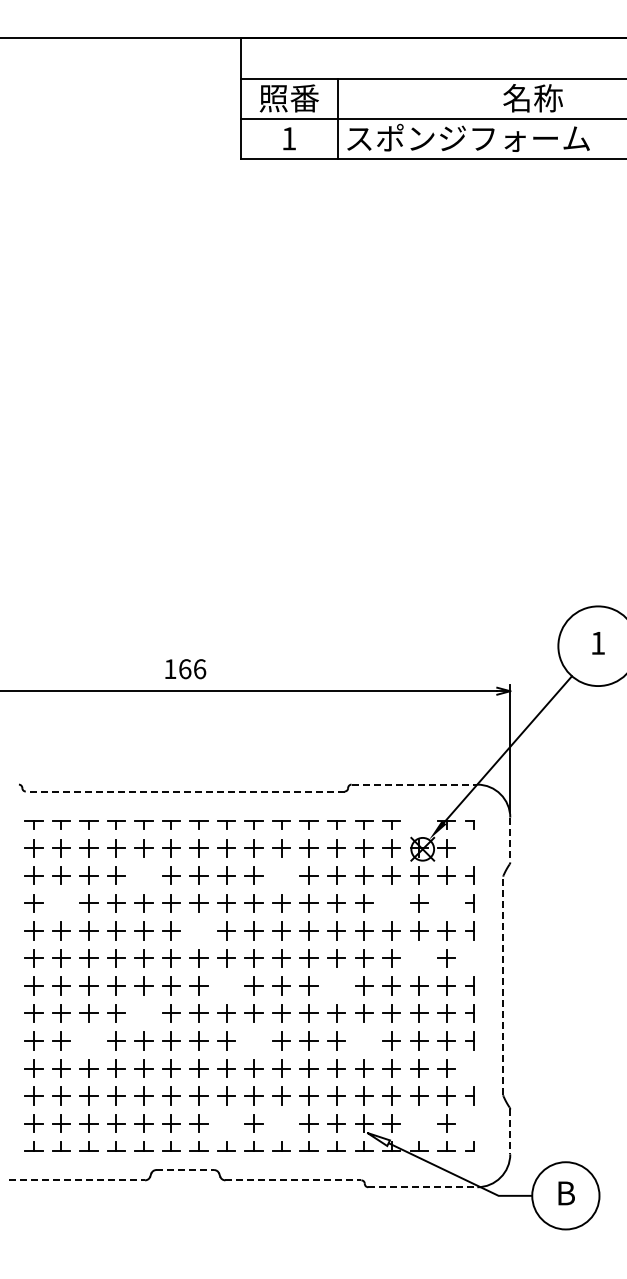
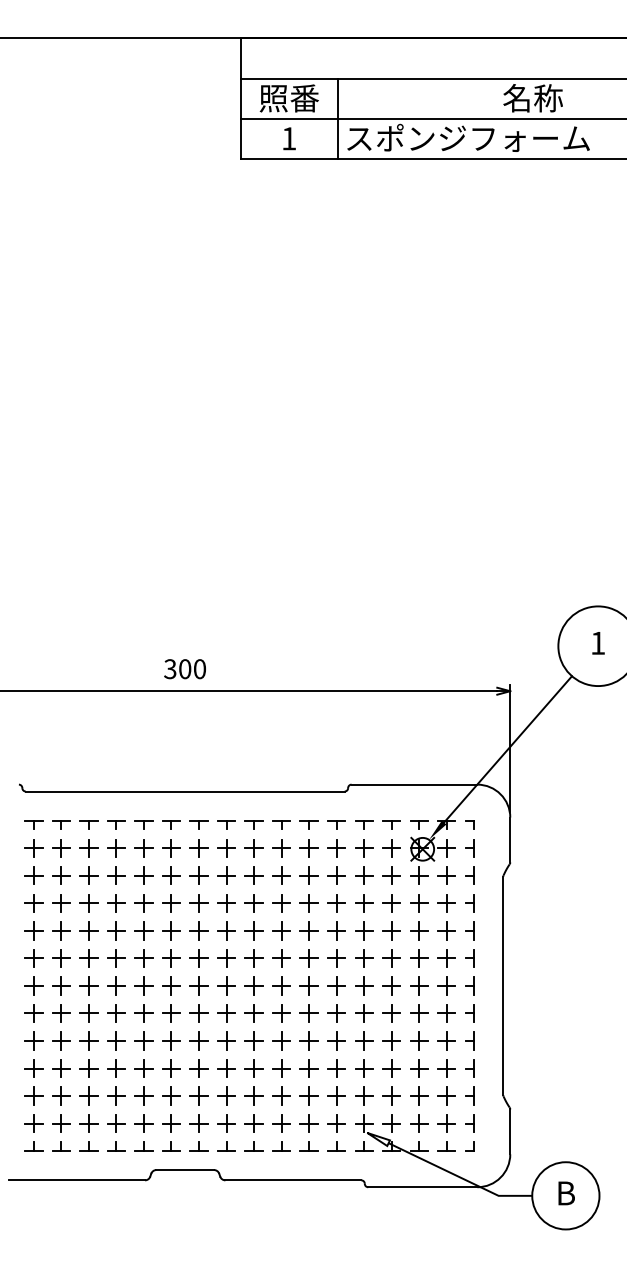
text at (185, 669): 166 -> 300
line at (414, 784): dashed -> solid
line at (184, 791): dashed -> solid
part at (419, 824): none -> present
line at (510, 840): dashed -> solid
part at (469, 848): none -> present
part at (143, 875): none -> present
part at (281, 875): none -> present
part at (61, 903): none -> present
part at (391, 903): none -> present
part at (446, 903): none -> present
part at (198, 930): none -> present
part at (419, 958): none -> present
part at (469, 958): none -> present
part at (226, 985): none -> present
part at (336, 985): none -> present
line at (503, 985): dashed -> solid
part at (143, 1013): none -> present
part at (88, 1040): none -> present
part at (253, 1040): none -> present
part at (364, 1040): none -> present
part at (469, 1068): none -> present
part at (226, 1123): none -> present
part at (281, 1123): none -> present
part at (419, 1123): none -> present
part at (469, 1123): none -> present
line at (510, 1132): dashed -> solid
line at (185, 1170): dashed -> solid
line at (77, 1180): dashed -> solid
line at (293, 1180): dashed -> solid
line at (422, 1187): dashed -> solid
